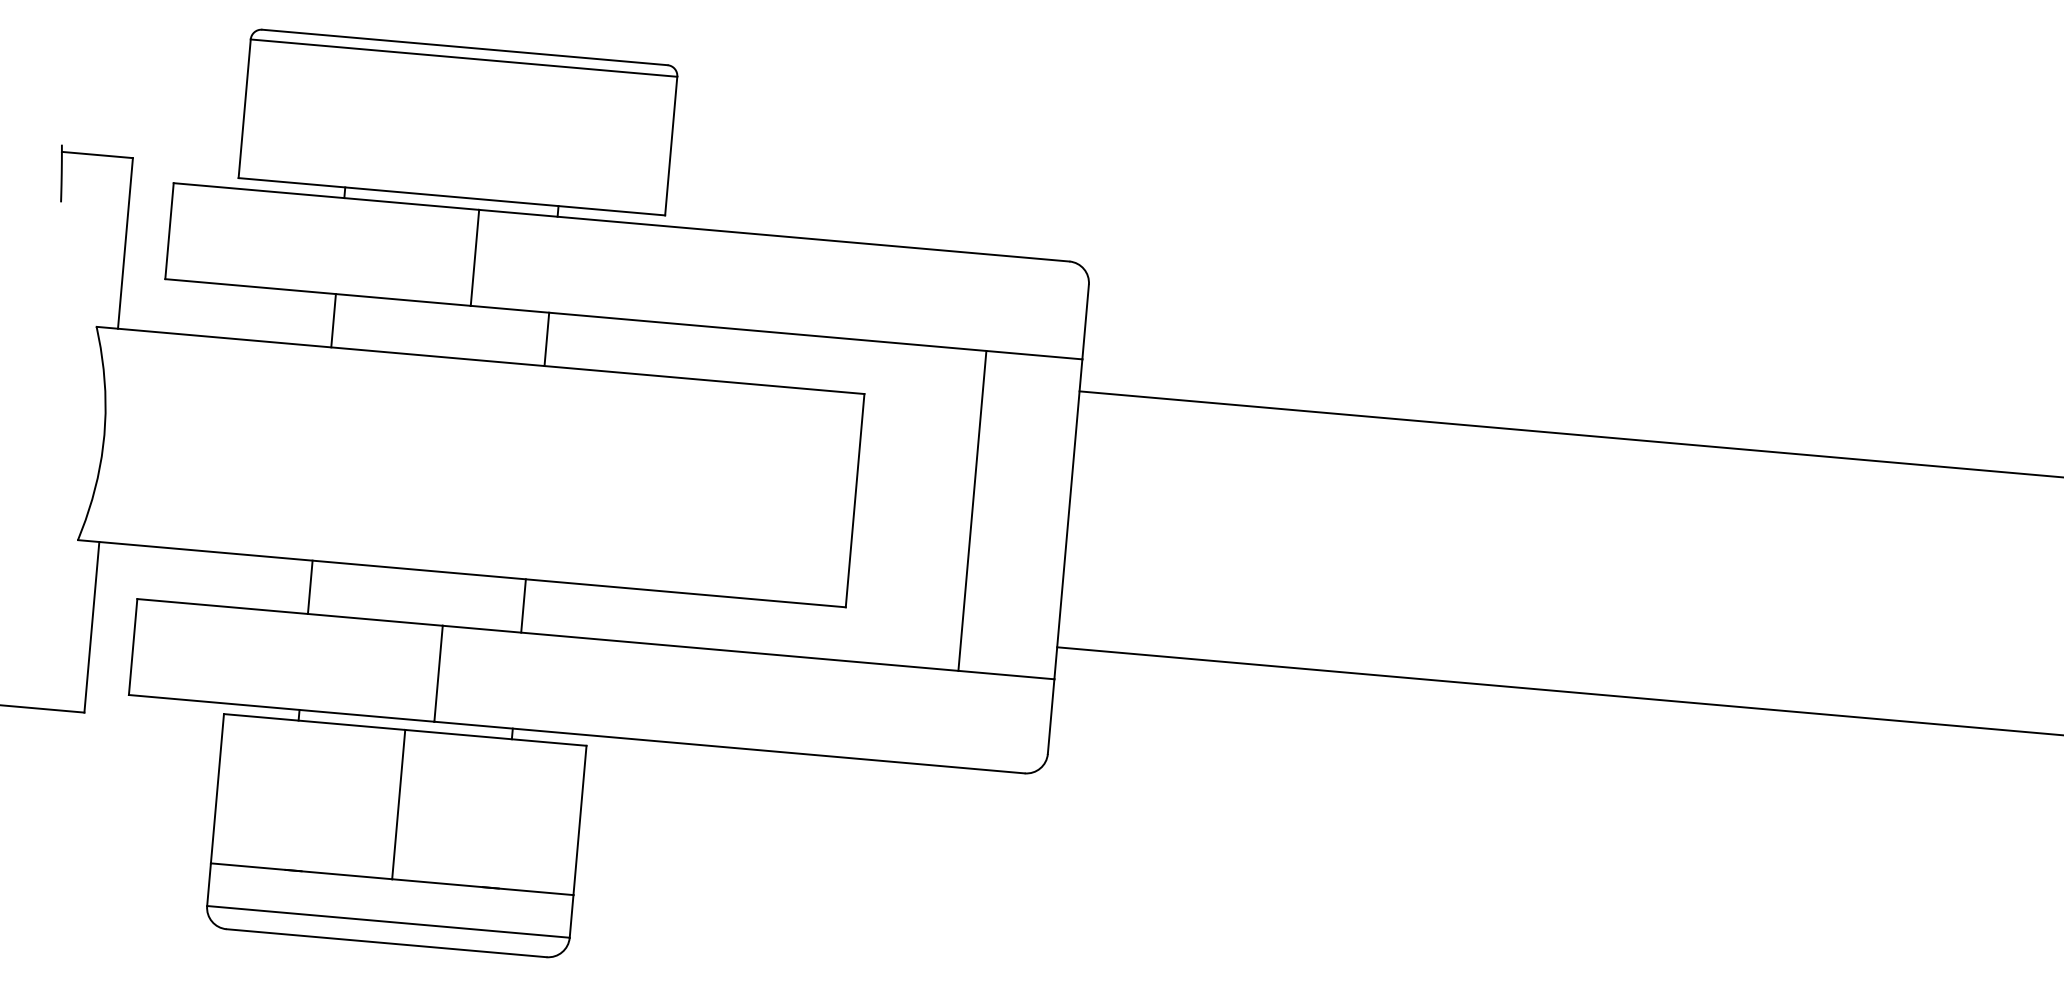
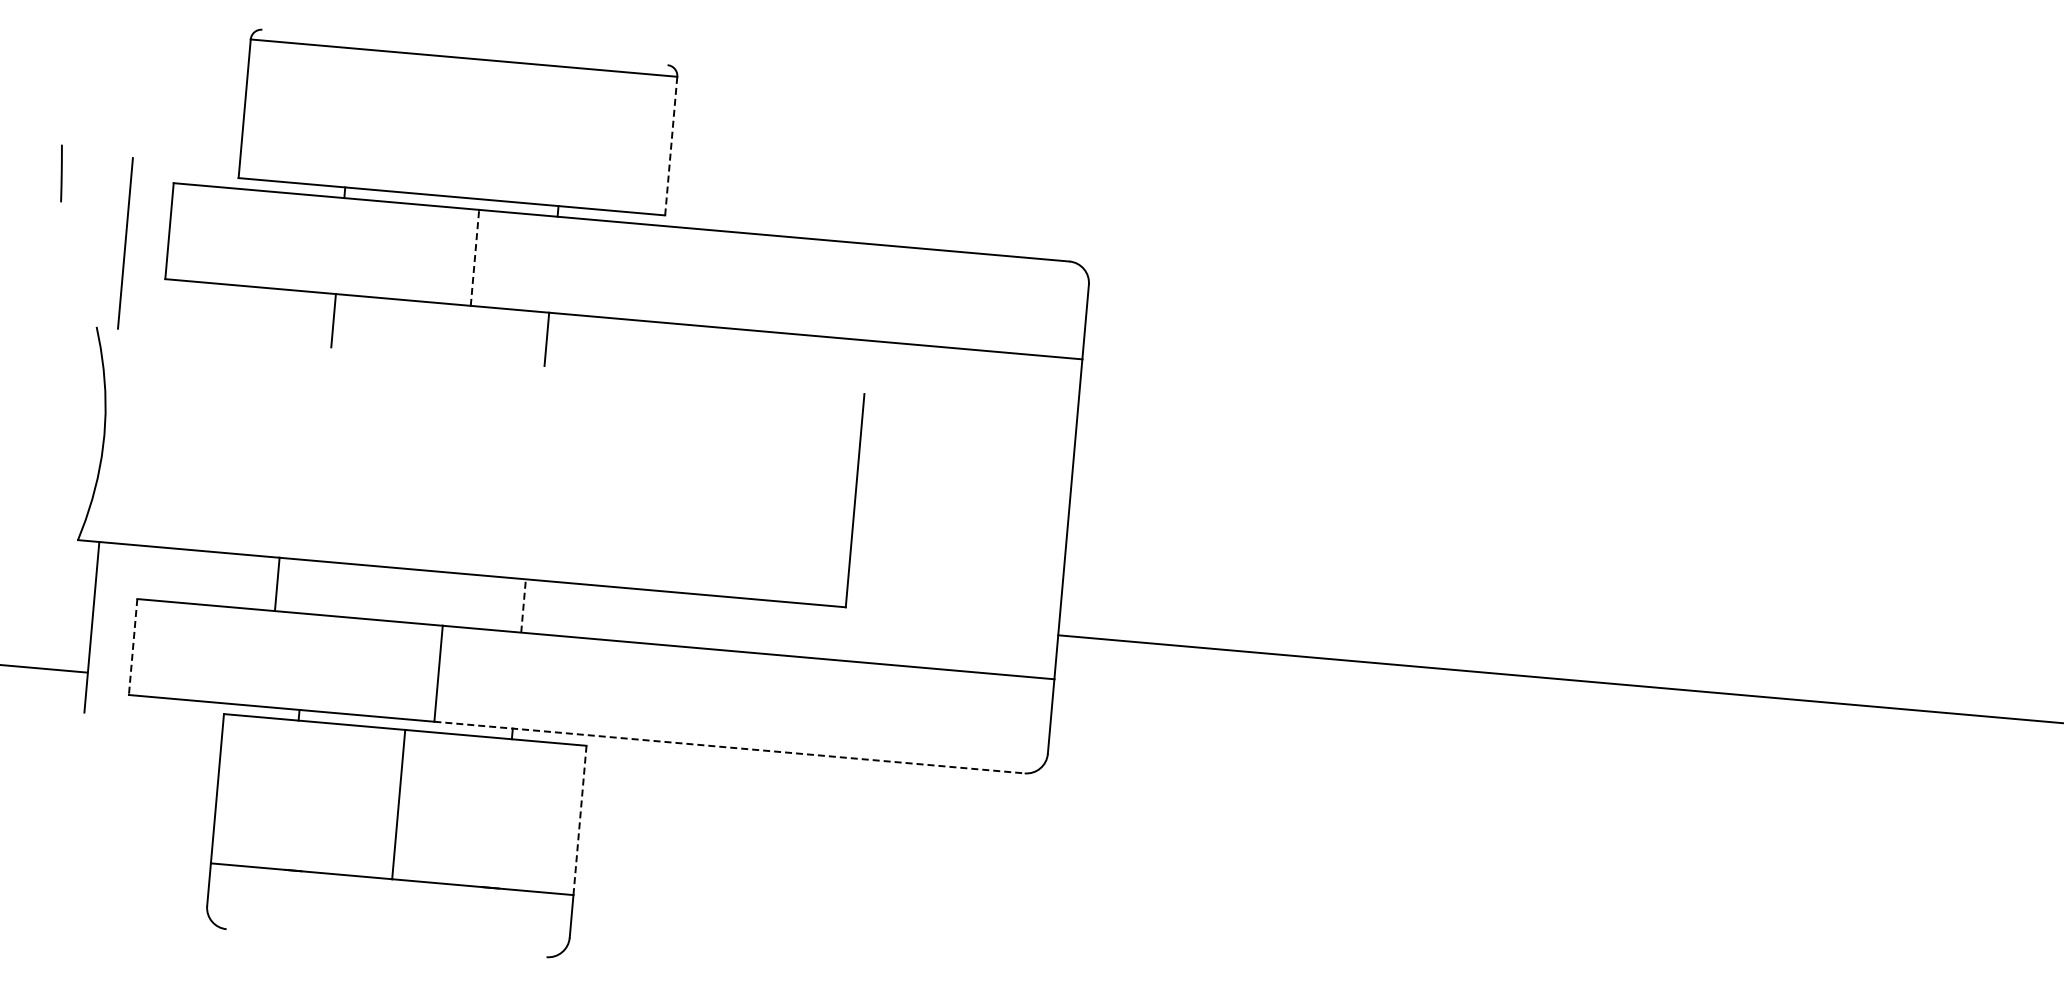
line at (464, 47): present -> none
line at (671, 146): solid -> dashed
line at (96, 154): present -> none
line at (475, 257): solid -> dashed
line at (480, 360): present -> none
line at (1569, 434): present -> none
line at (972, 510): present -> none
line at (309, 586) position: (309, 586) -> (276, 583)
line at (523, 605): solid -> dashed
line at (133, 647): solid -> dashed
line at (1558, 691) position: (1558, 691) -> (1559, 679)
line at (43, 708) position: (43, 708) -> (44, 668)
line at (730, 747): solid -> dashed
line at (580, 820): solid -> dashed
line at (388, 921): present -> none
line at (386, 943): present -> none
